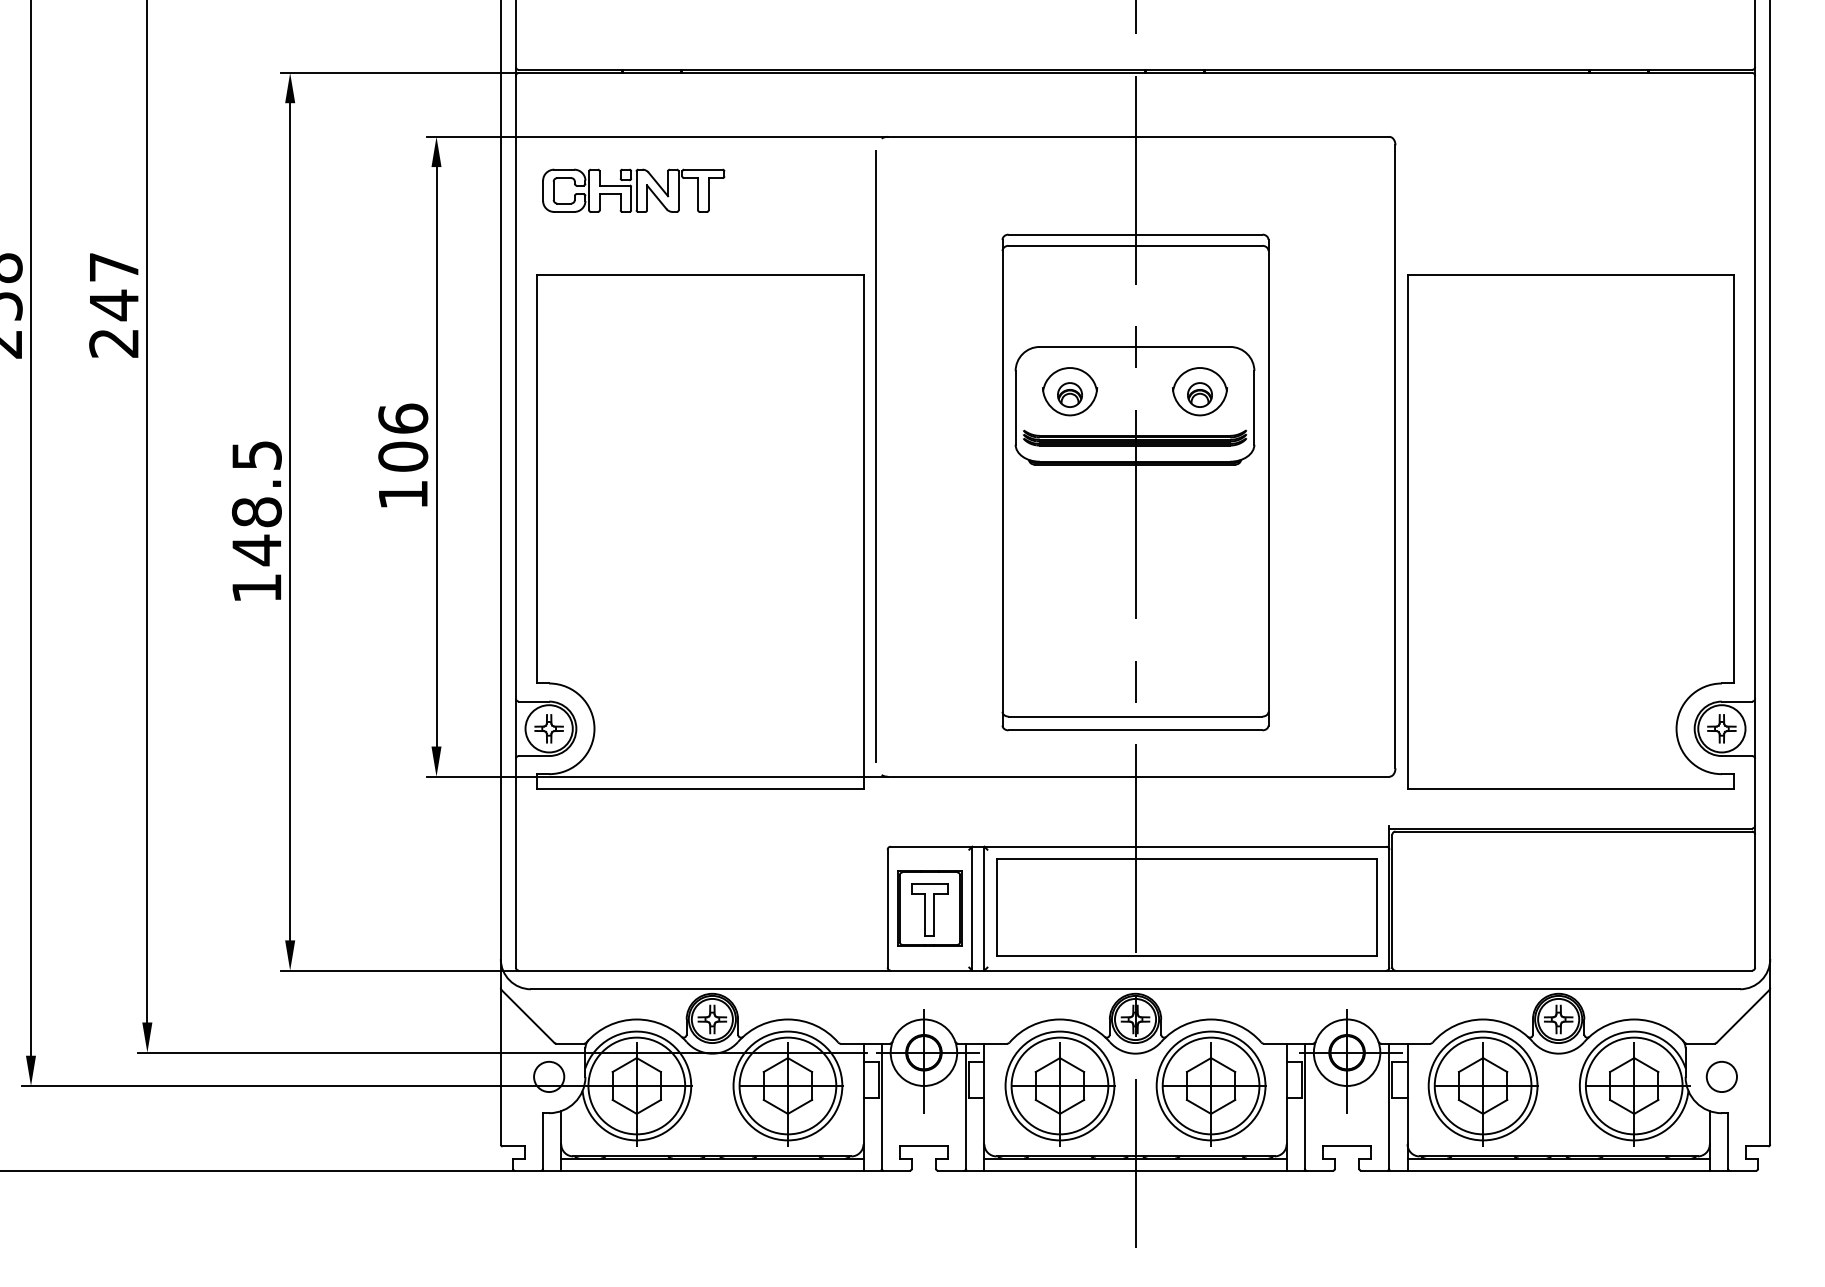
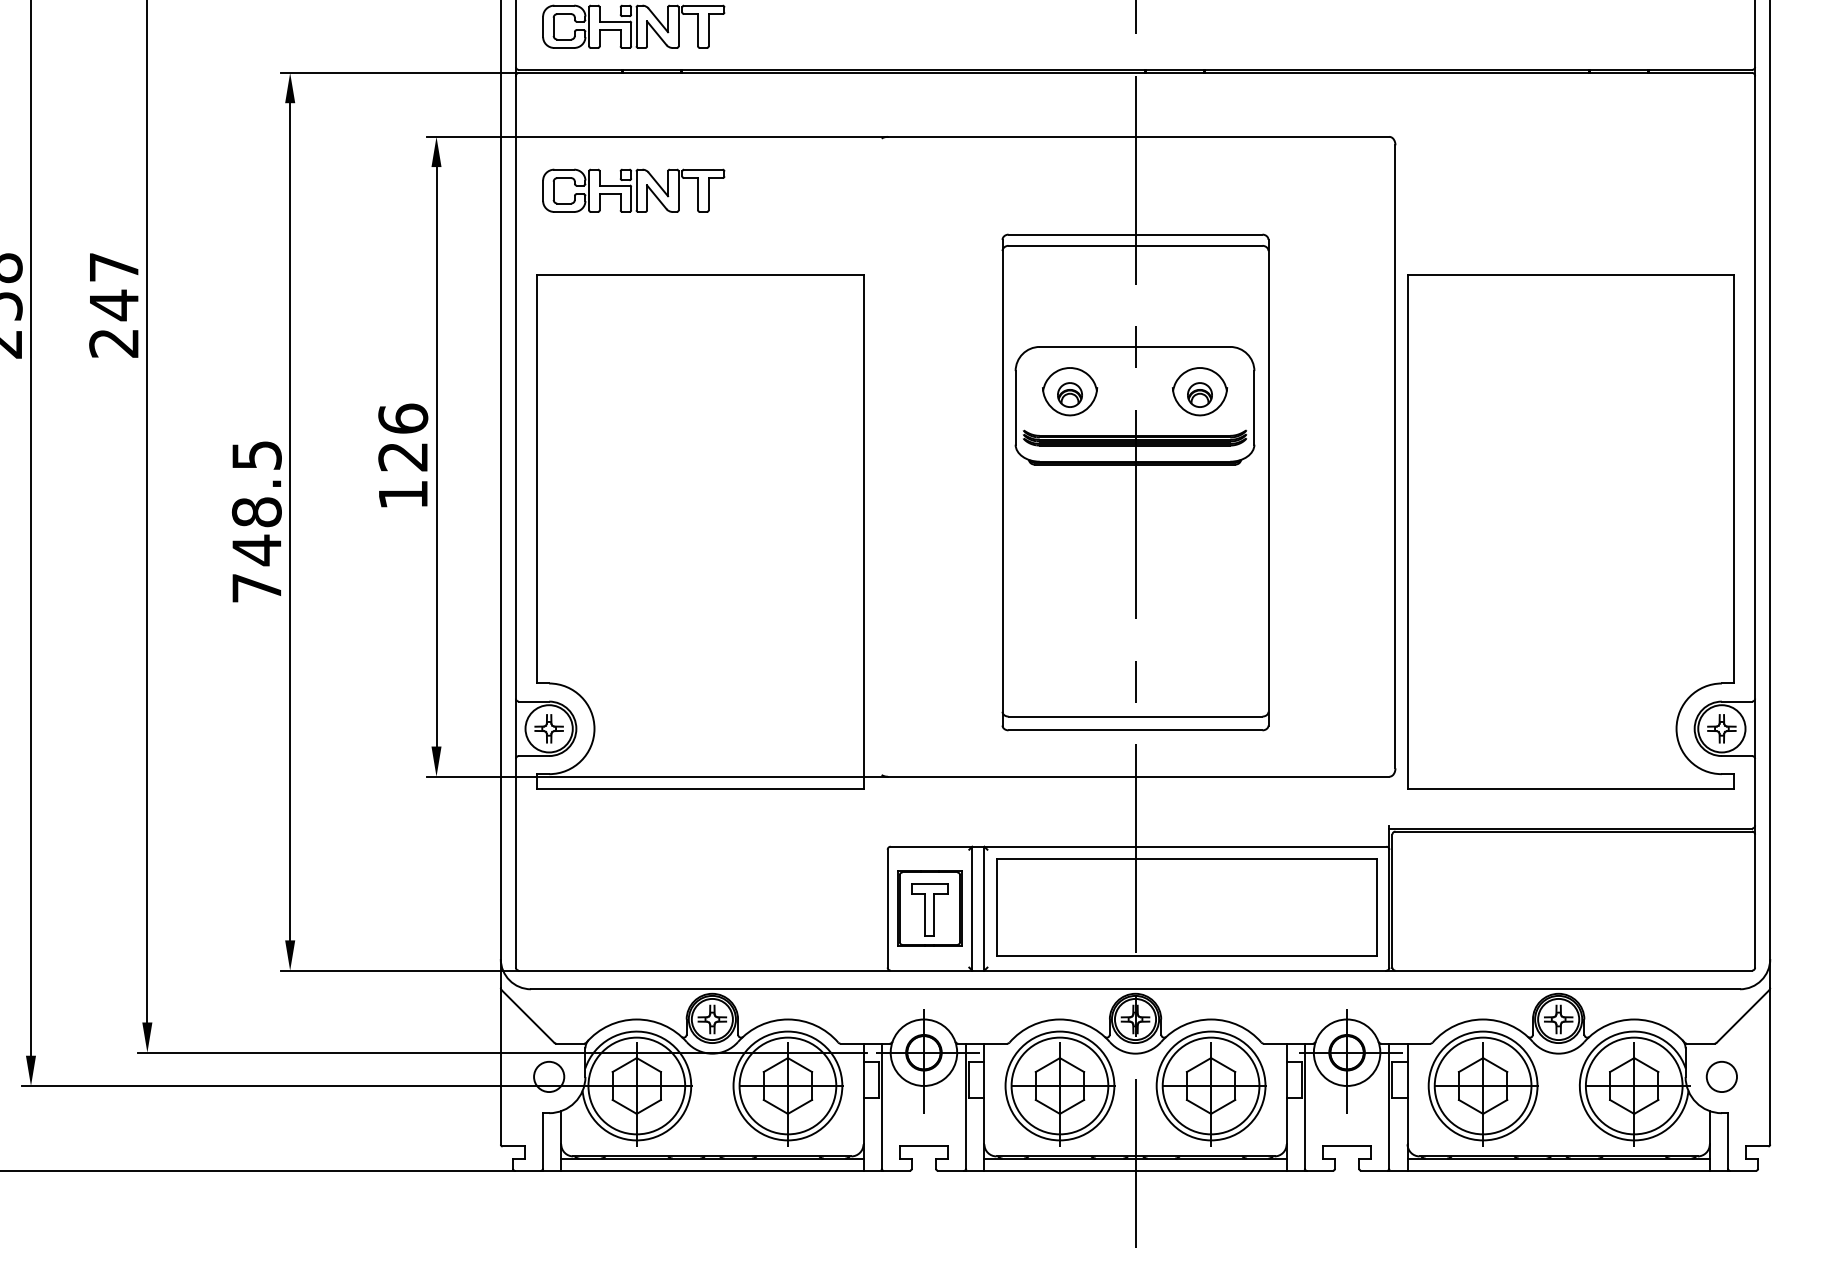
part at (633, 26): none -> present
text at (403, 456): 106 -> 126
line at (875, 456): present -> none
text at (256, 588): 148.5 -> 748.5
